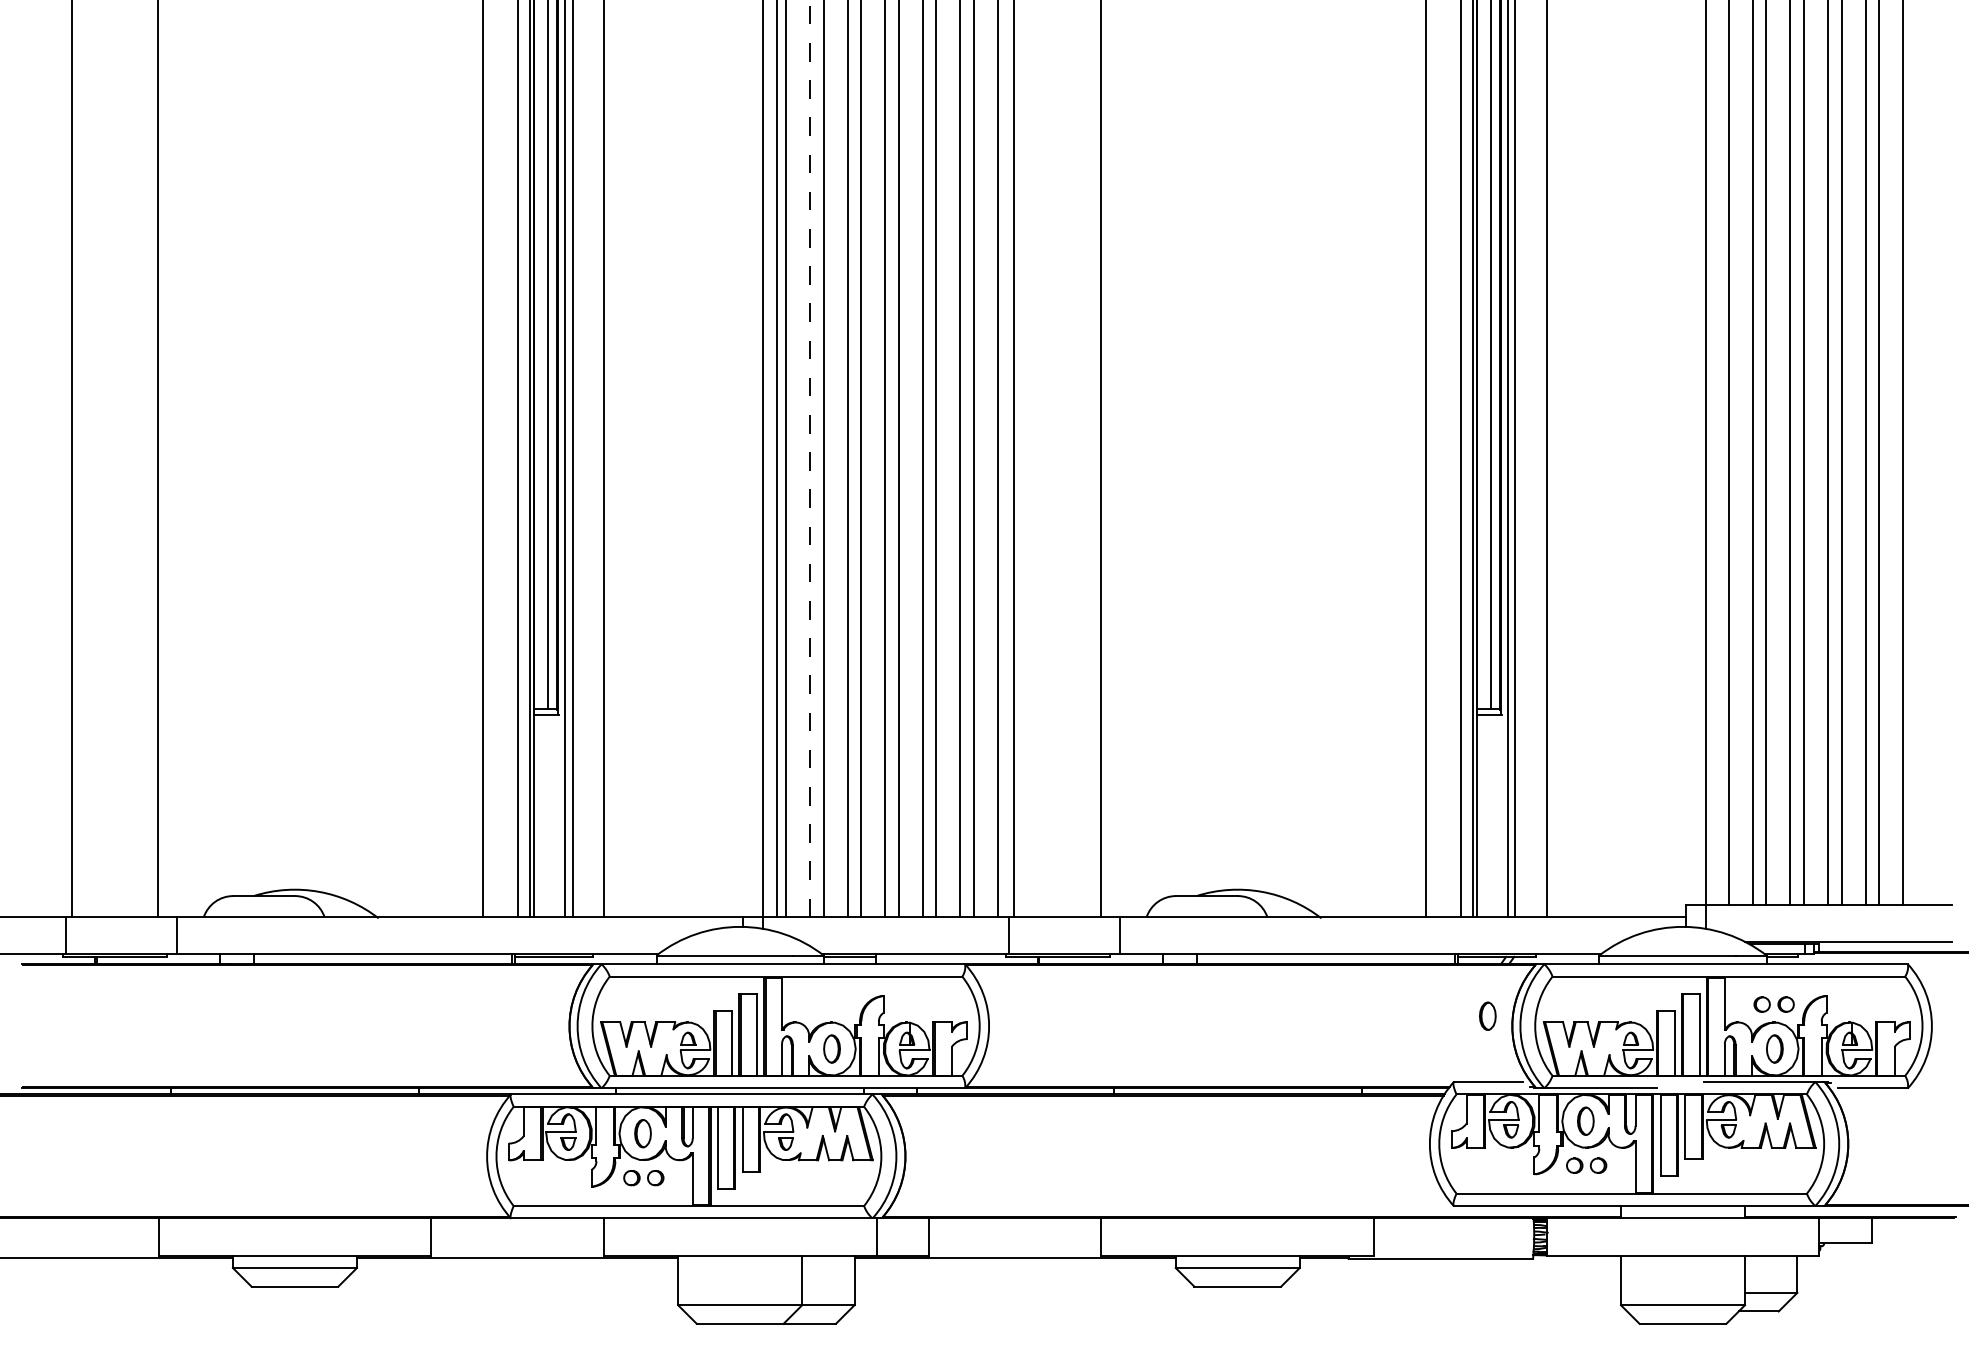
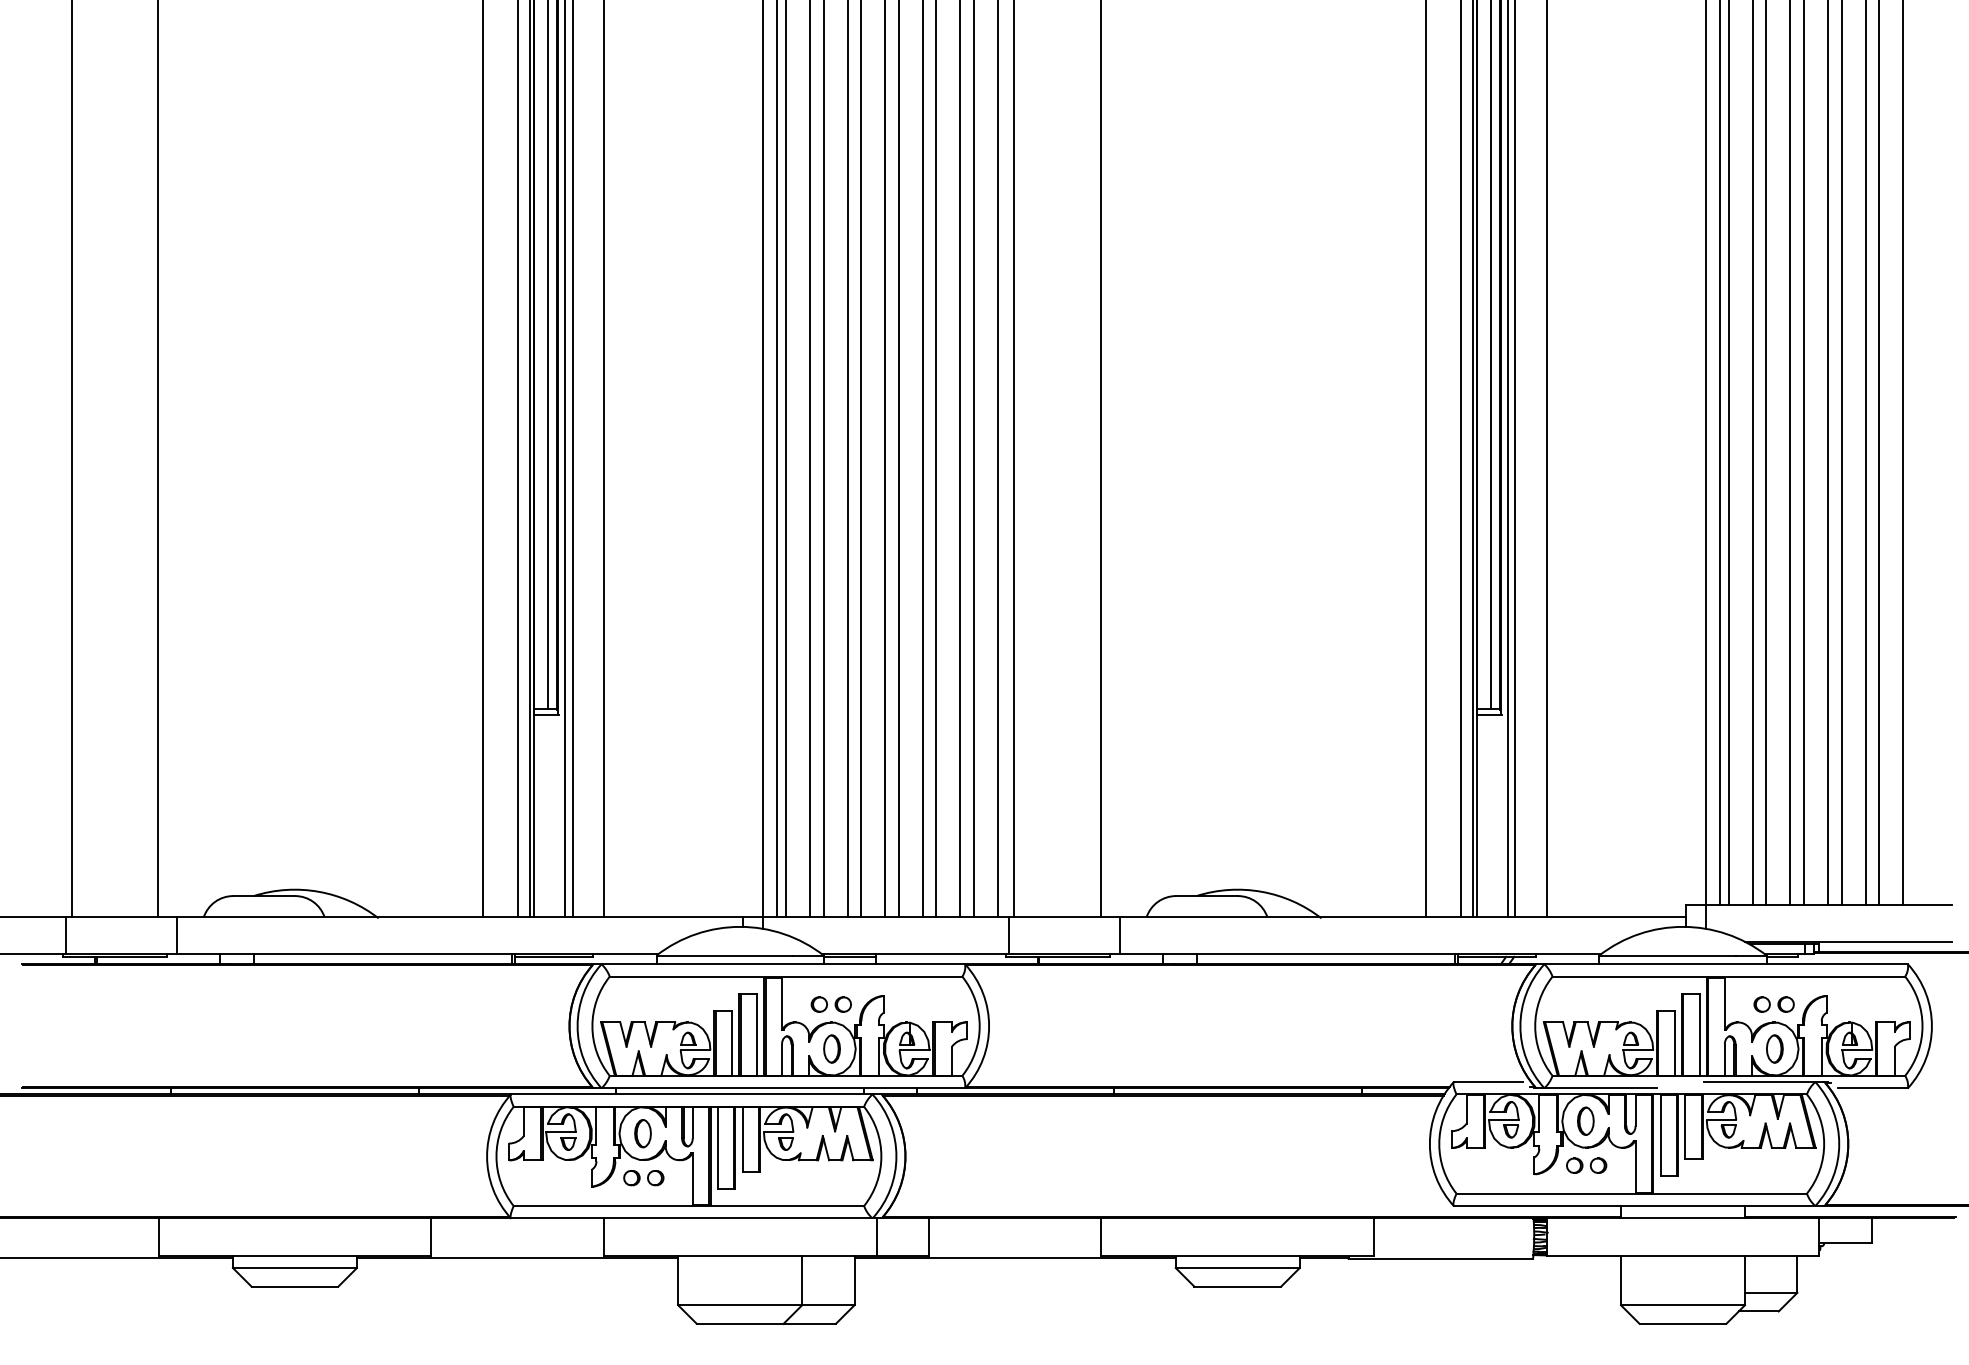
line at (1720, 453): none -> present
line at (810, 458): dashed -> solid
part at (830, 1004): none -> present
part at (1487, 1015): present -> none
